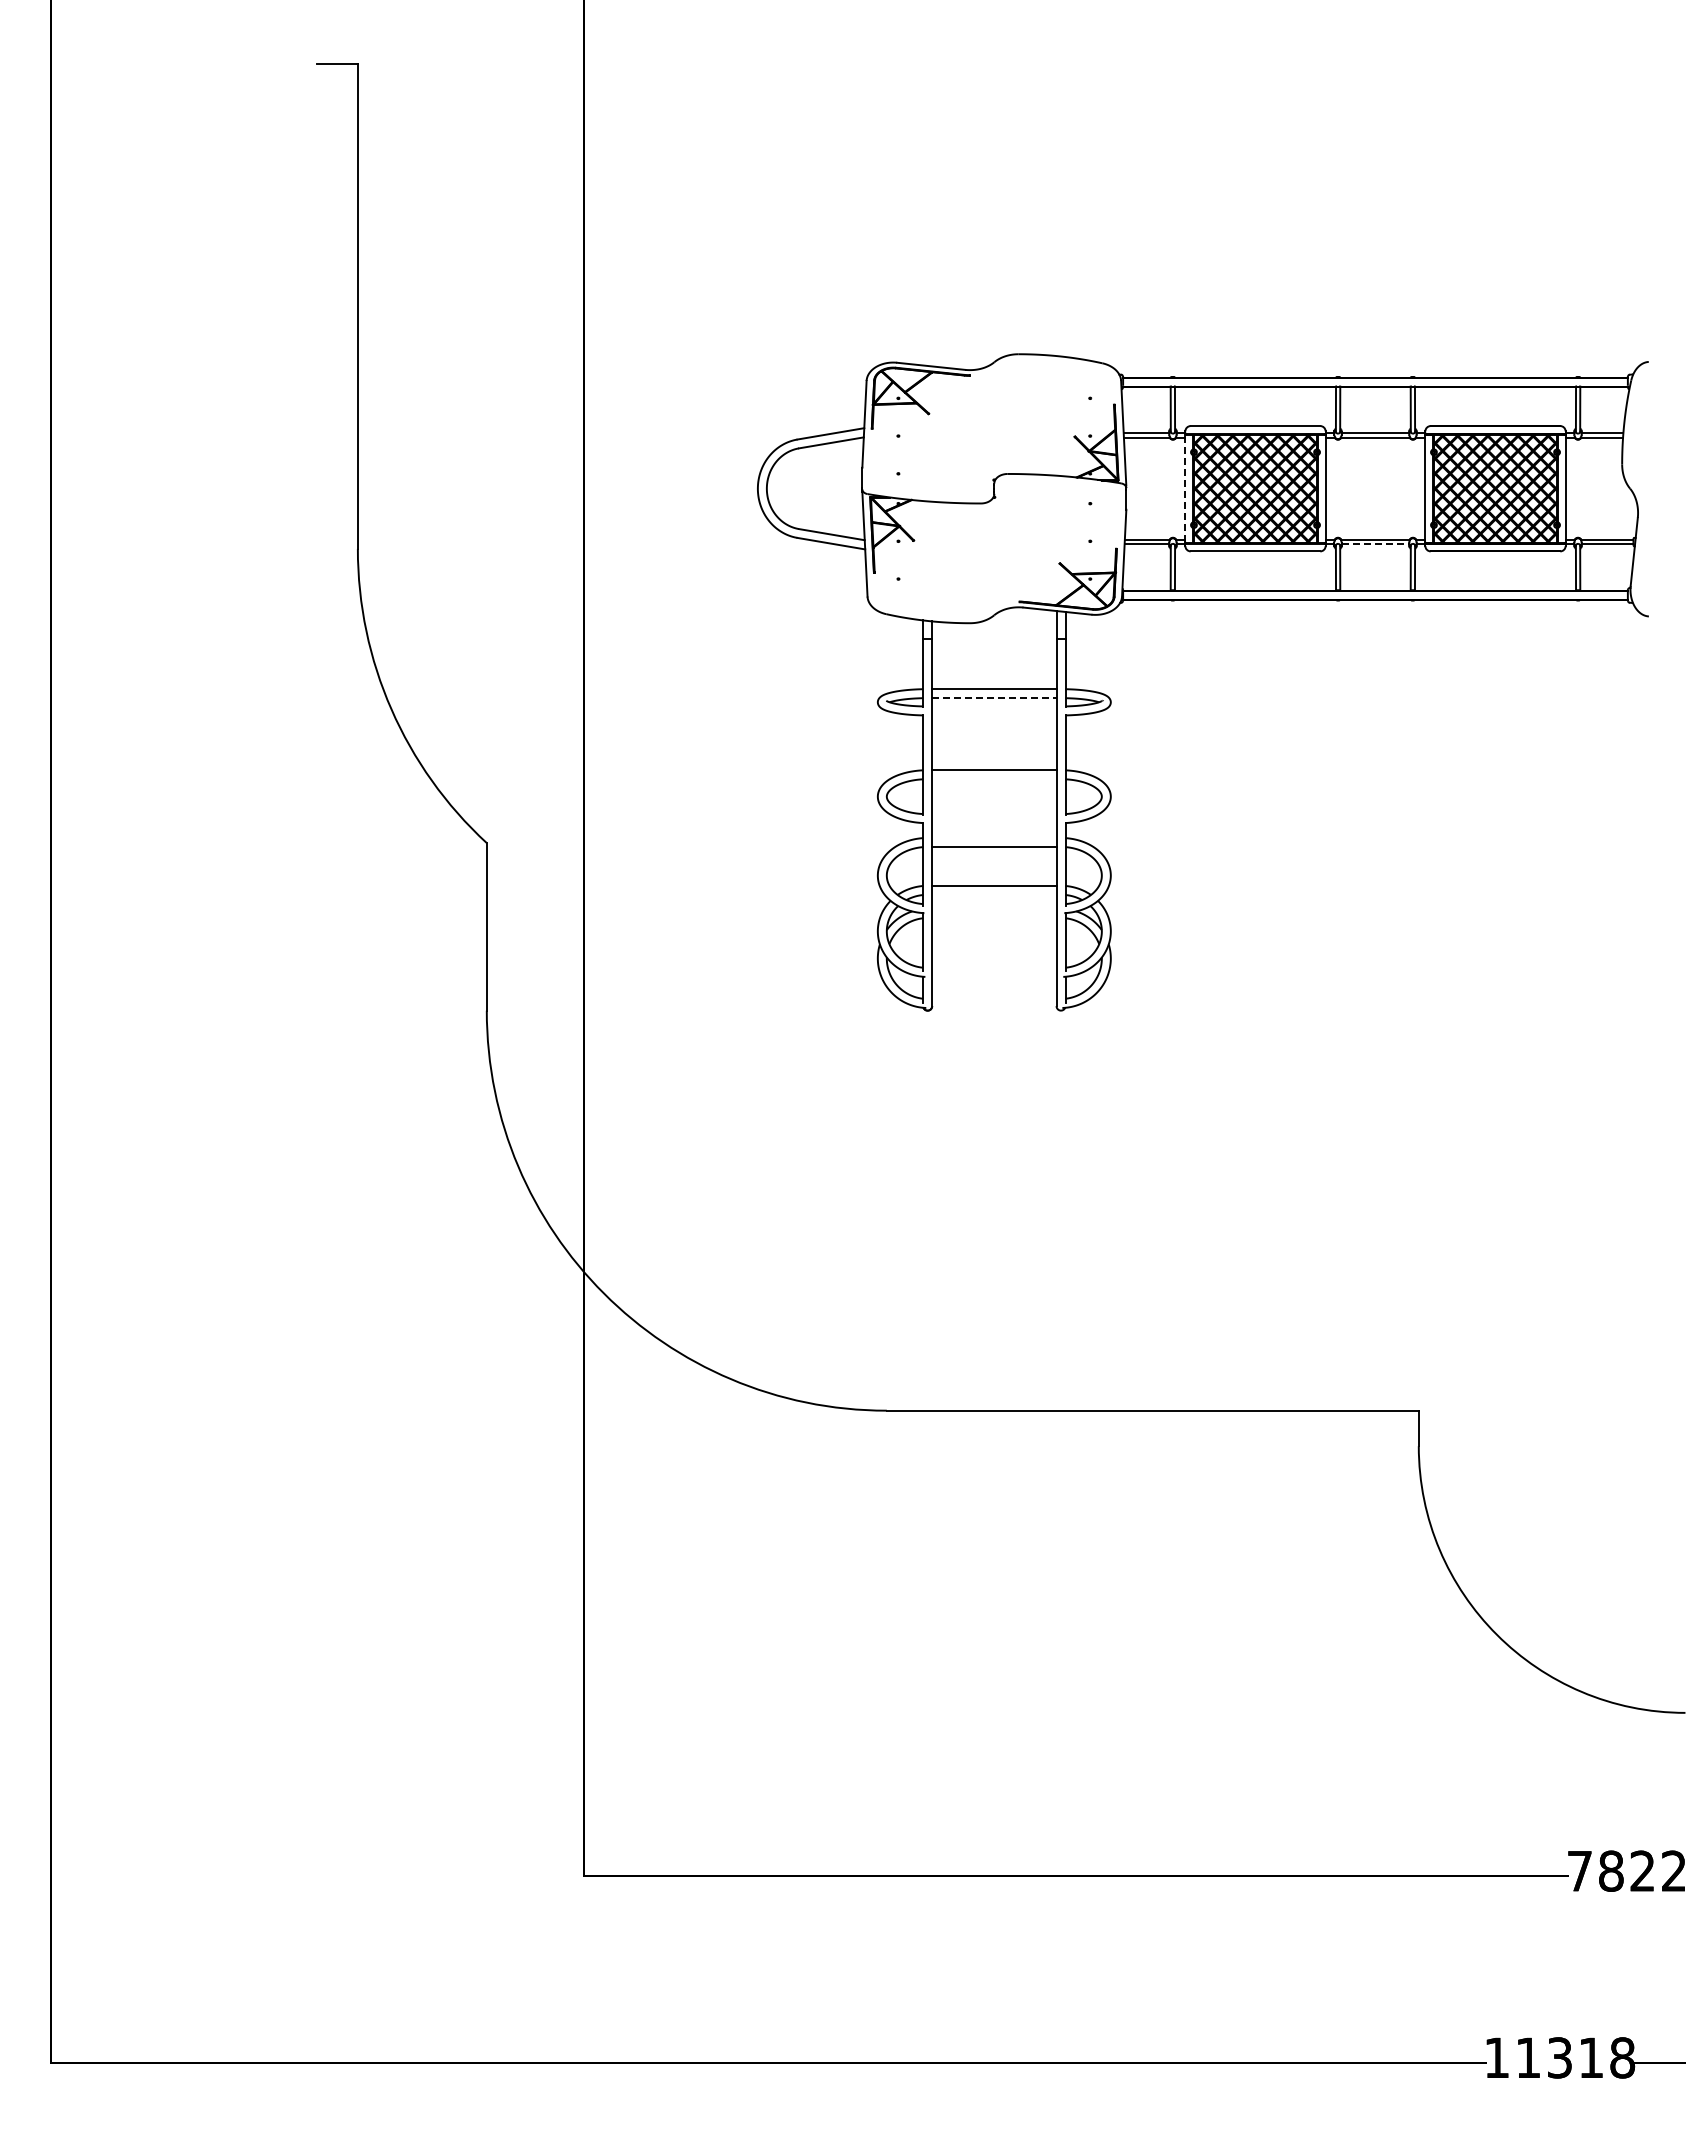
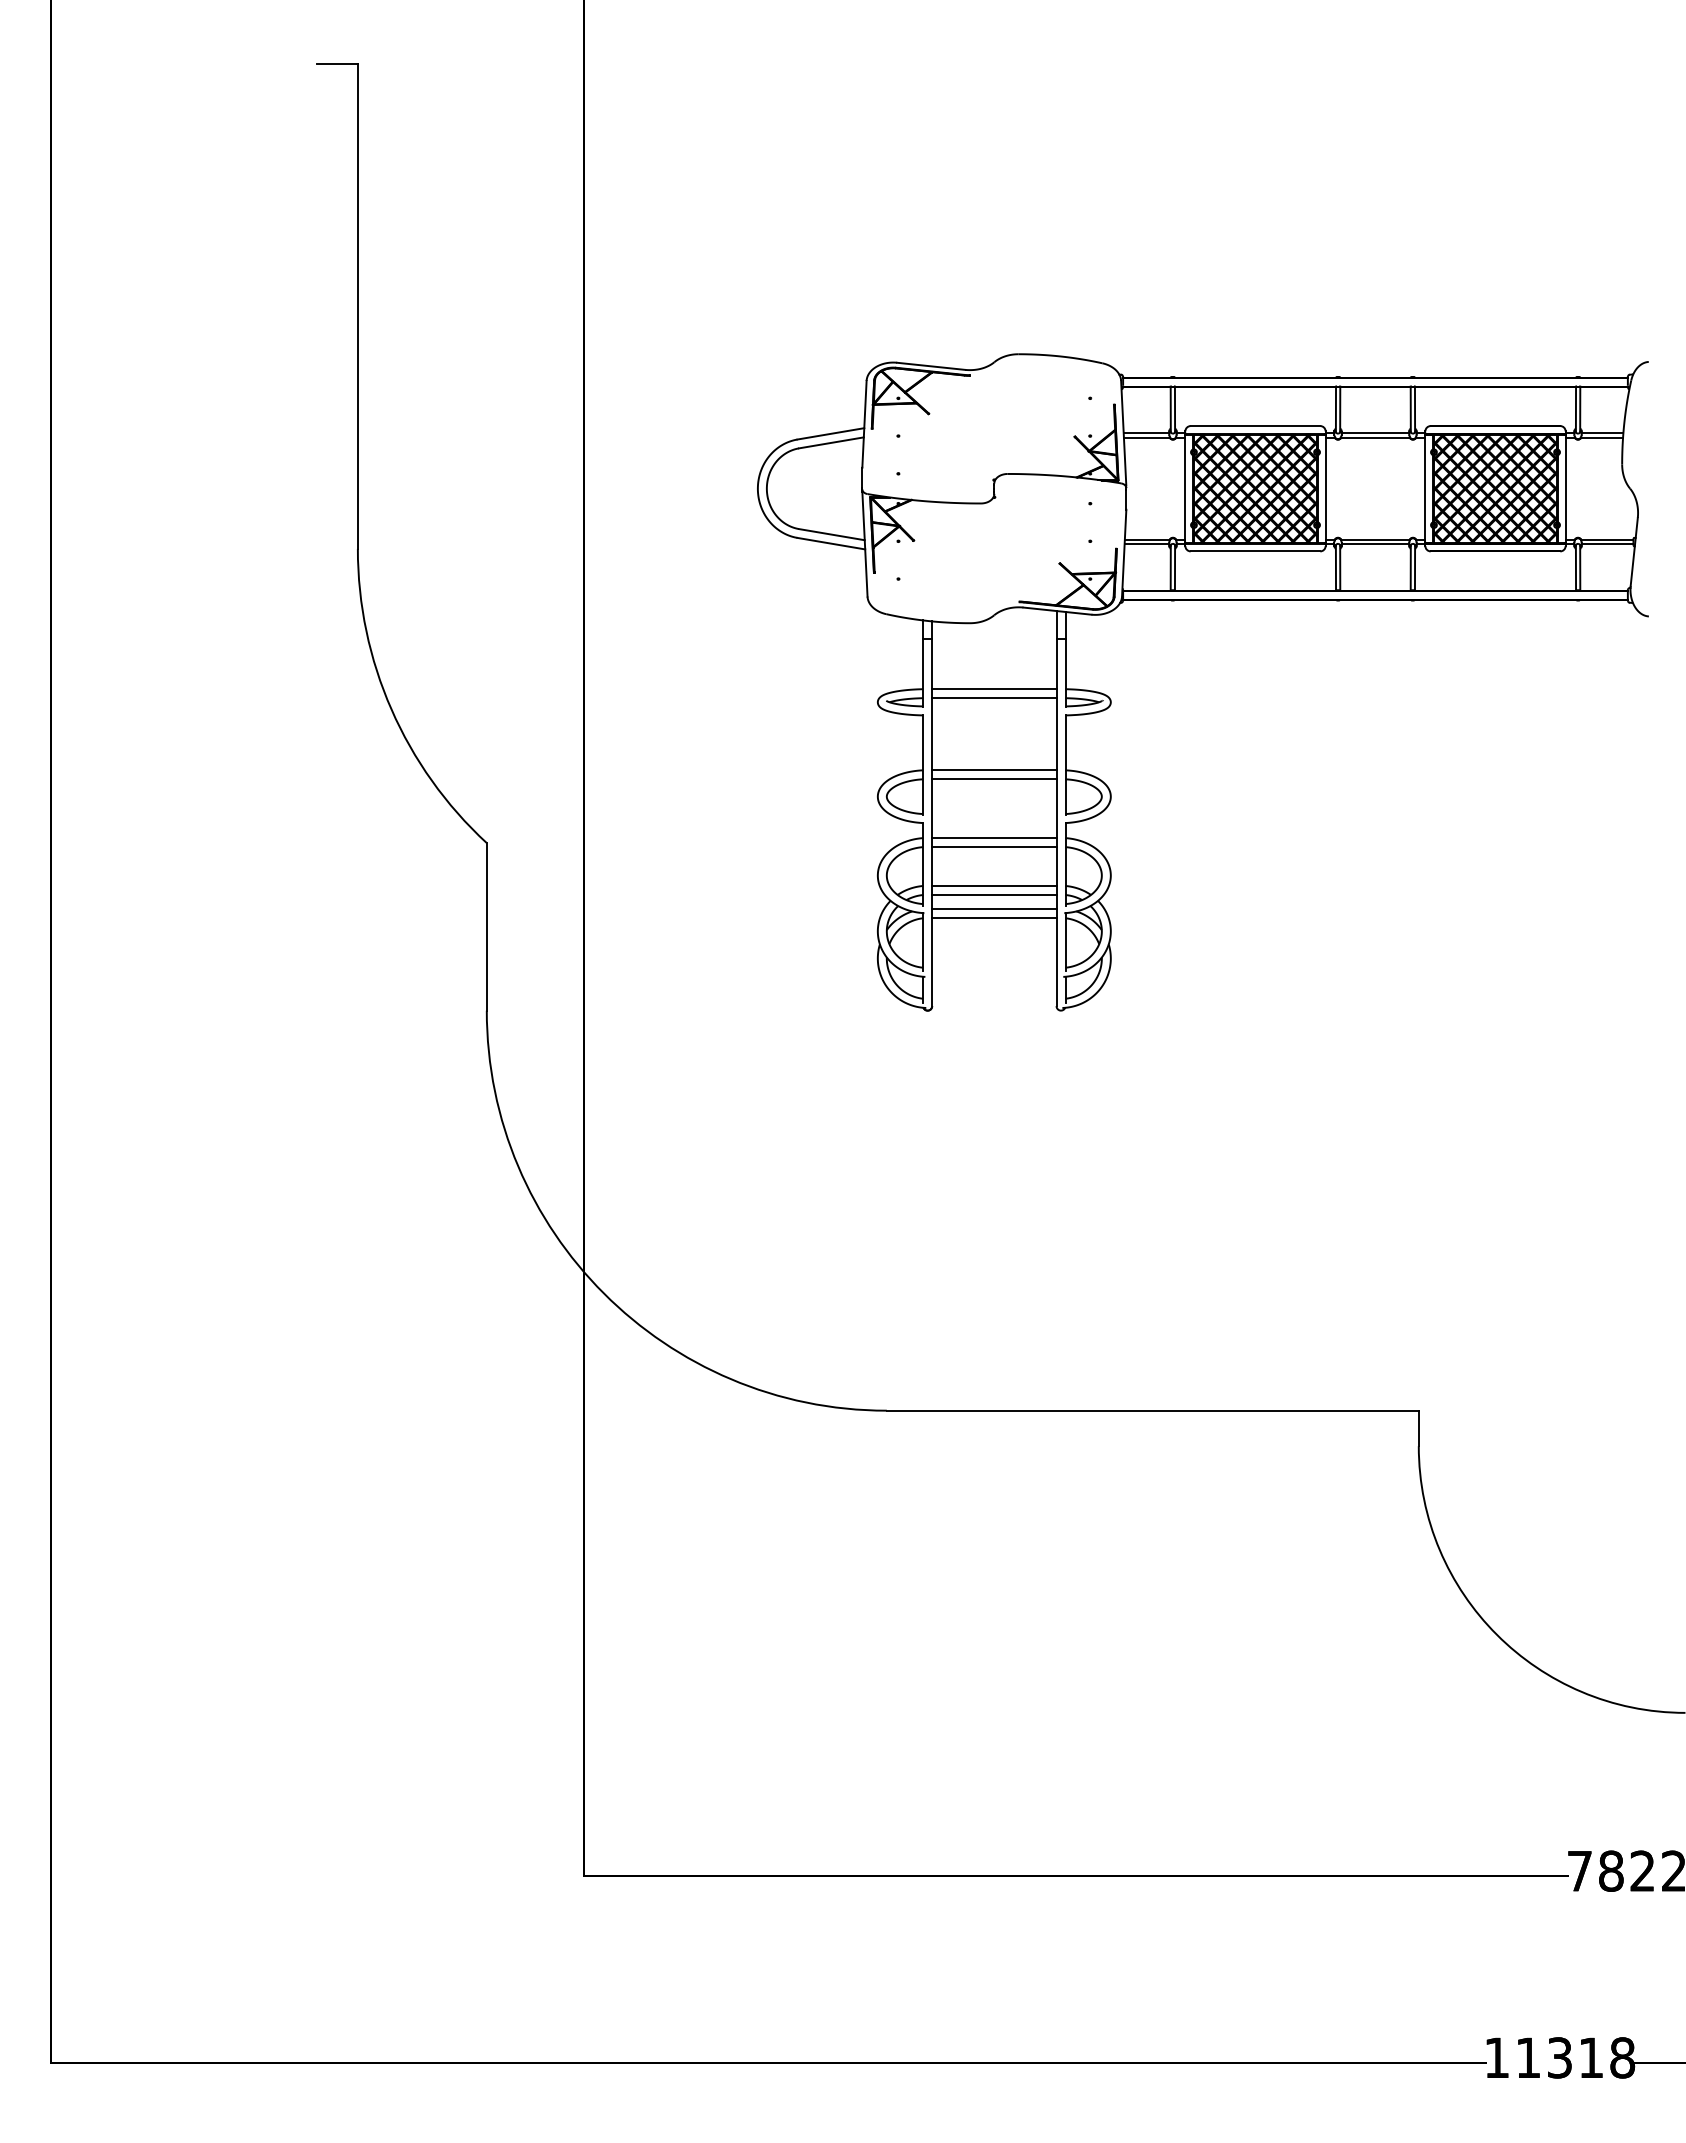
line at (1185, 488): dashed -> solid
line at (1375, 544): dashed -> solid
line at (994, 698): dashed -> solid
line at (994, 779): none -> present
line at (994, 837): none -> present
line at (994, 894): none -> present
line at (994, 909): none -> present
line at (994, 918): none -> present
